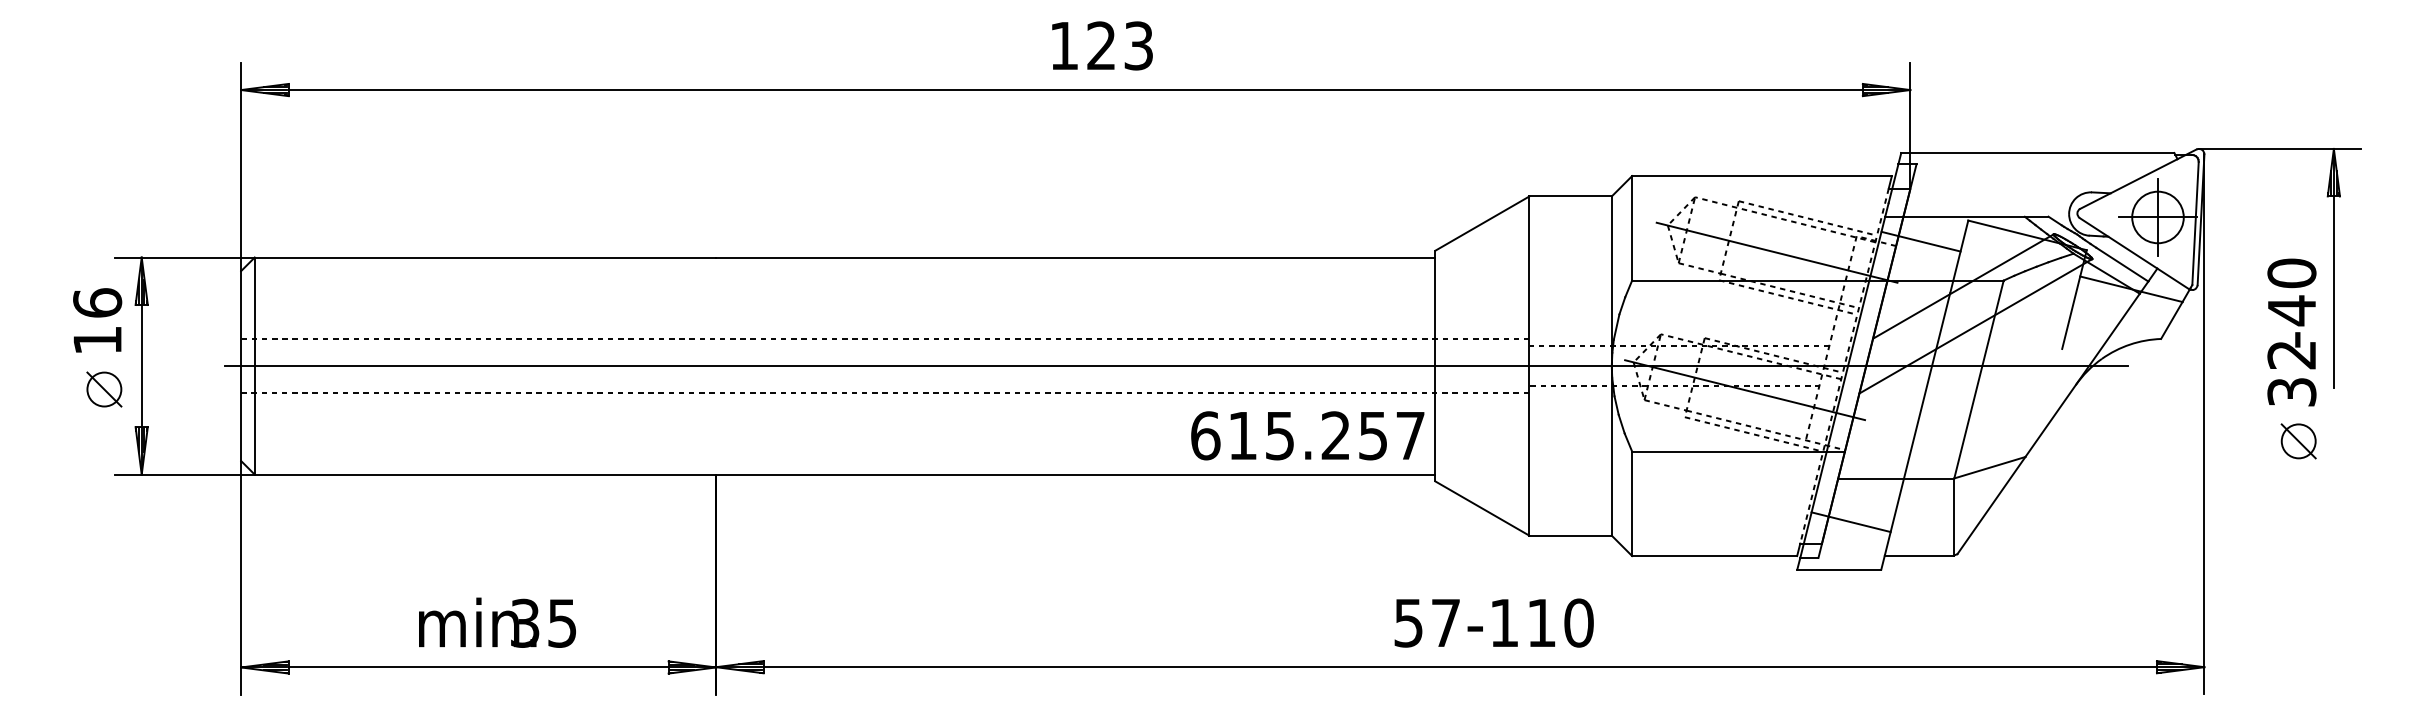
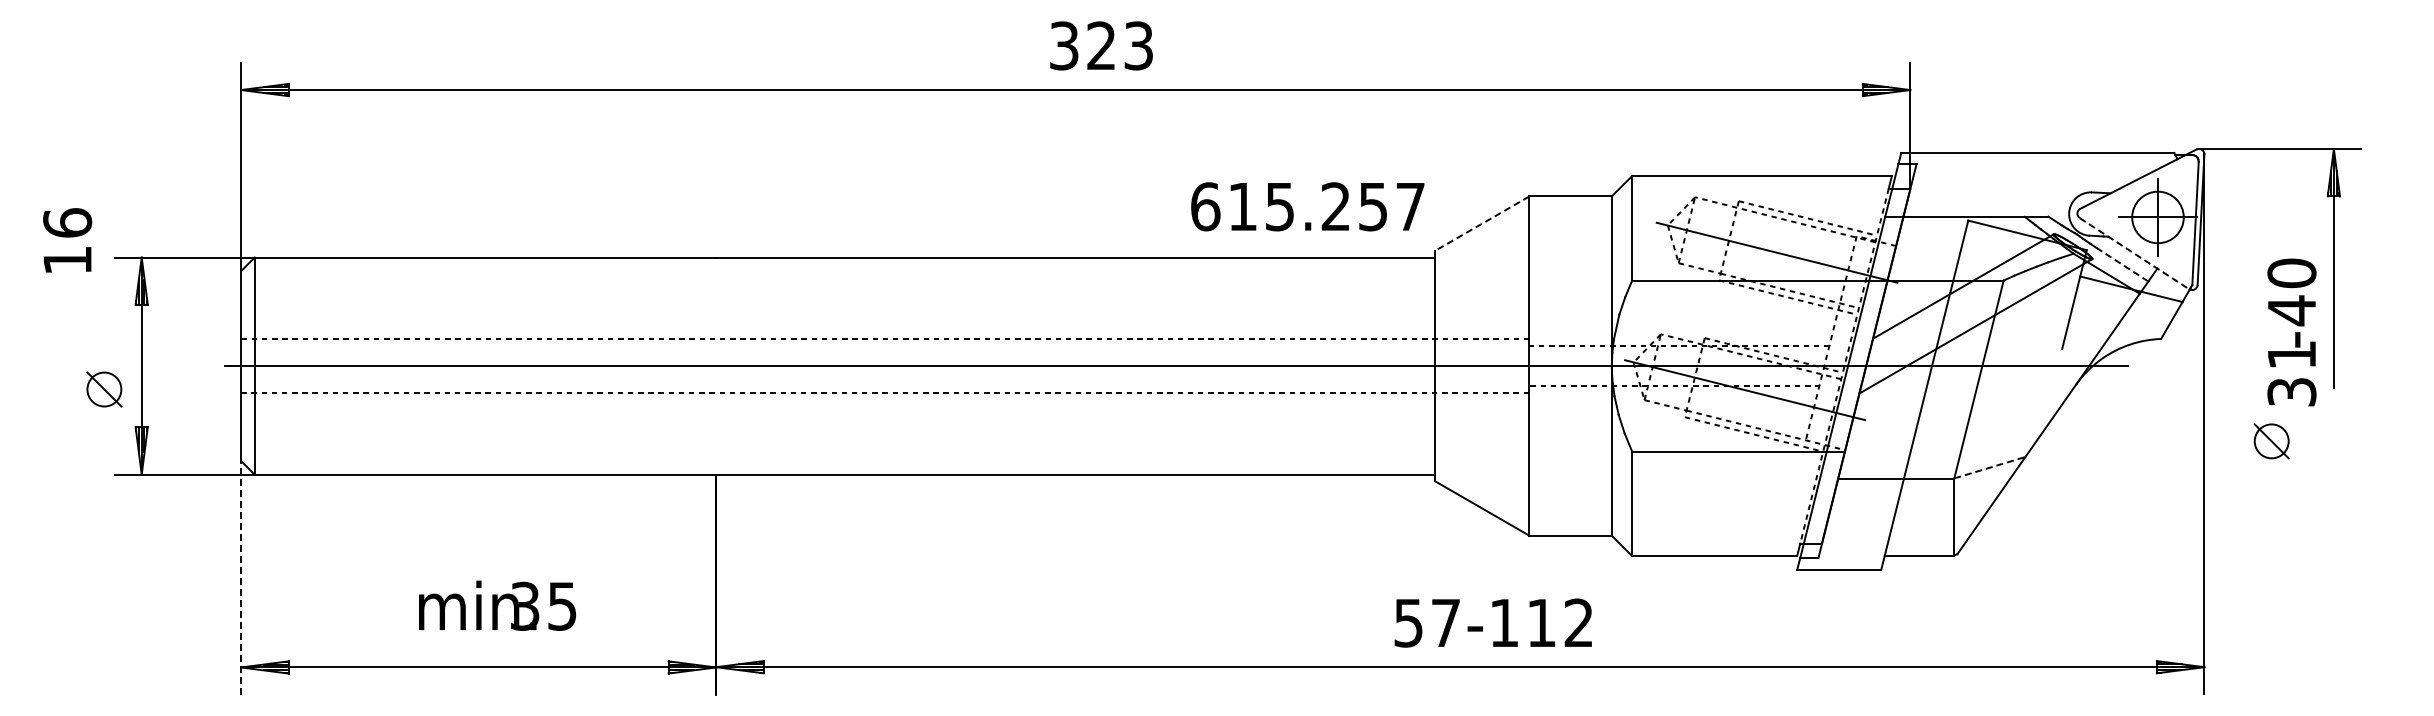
text at (1064, 45): 123 -> 323
line at (1481, 223): solid -> dashed
line at (1920, 241): present -> none
line at (2134, 253): solid -> dashed
line at (2121, 264): solid -> dashed
text at (97, 320) position: (97, 320) -> (67, 240)
text at (2291, 355): 32 -> 31
text at (1307, 435) position: (1307, 435) -> (1307, 206)
part at (2298, 441) position: (2298, 441) -> (2271, 441)
line at (1990, 467): solid -> dashed
line at (1850, 522): present -> none
line at (241, 577): solid -> dashed
text at (497, 622) position: (497, 622) -> (497, 605)
text at (1578, 622): 57-110 -> 57-112
